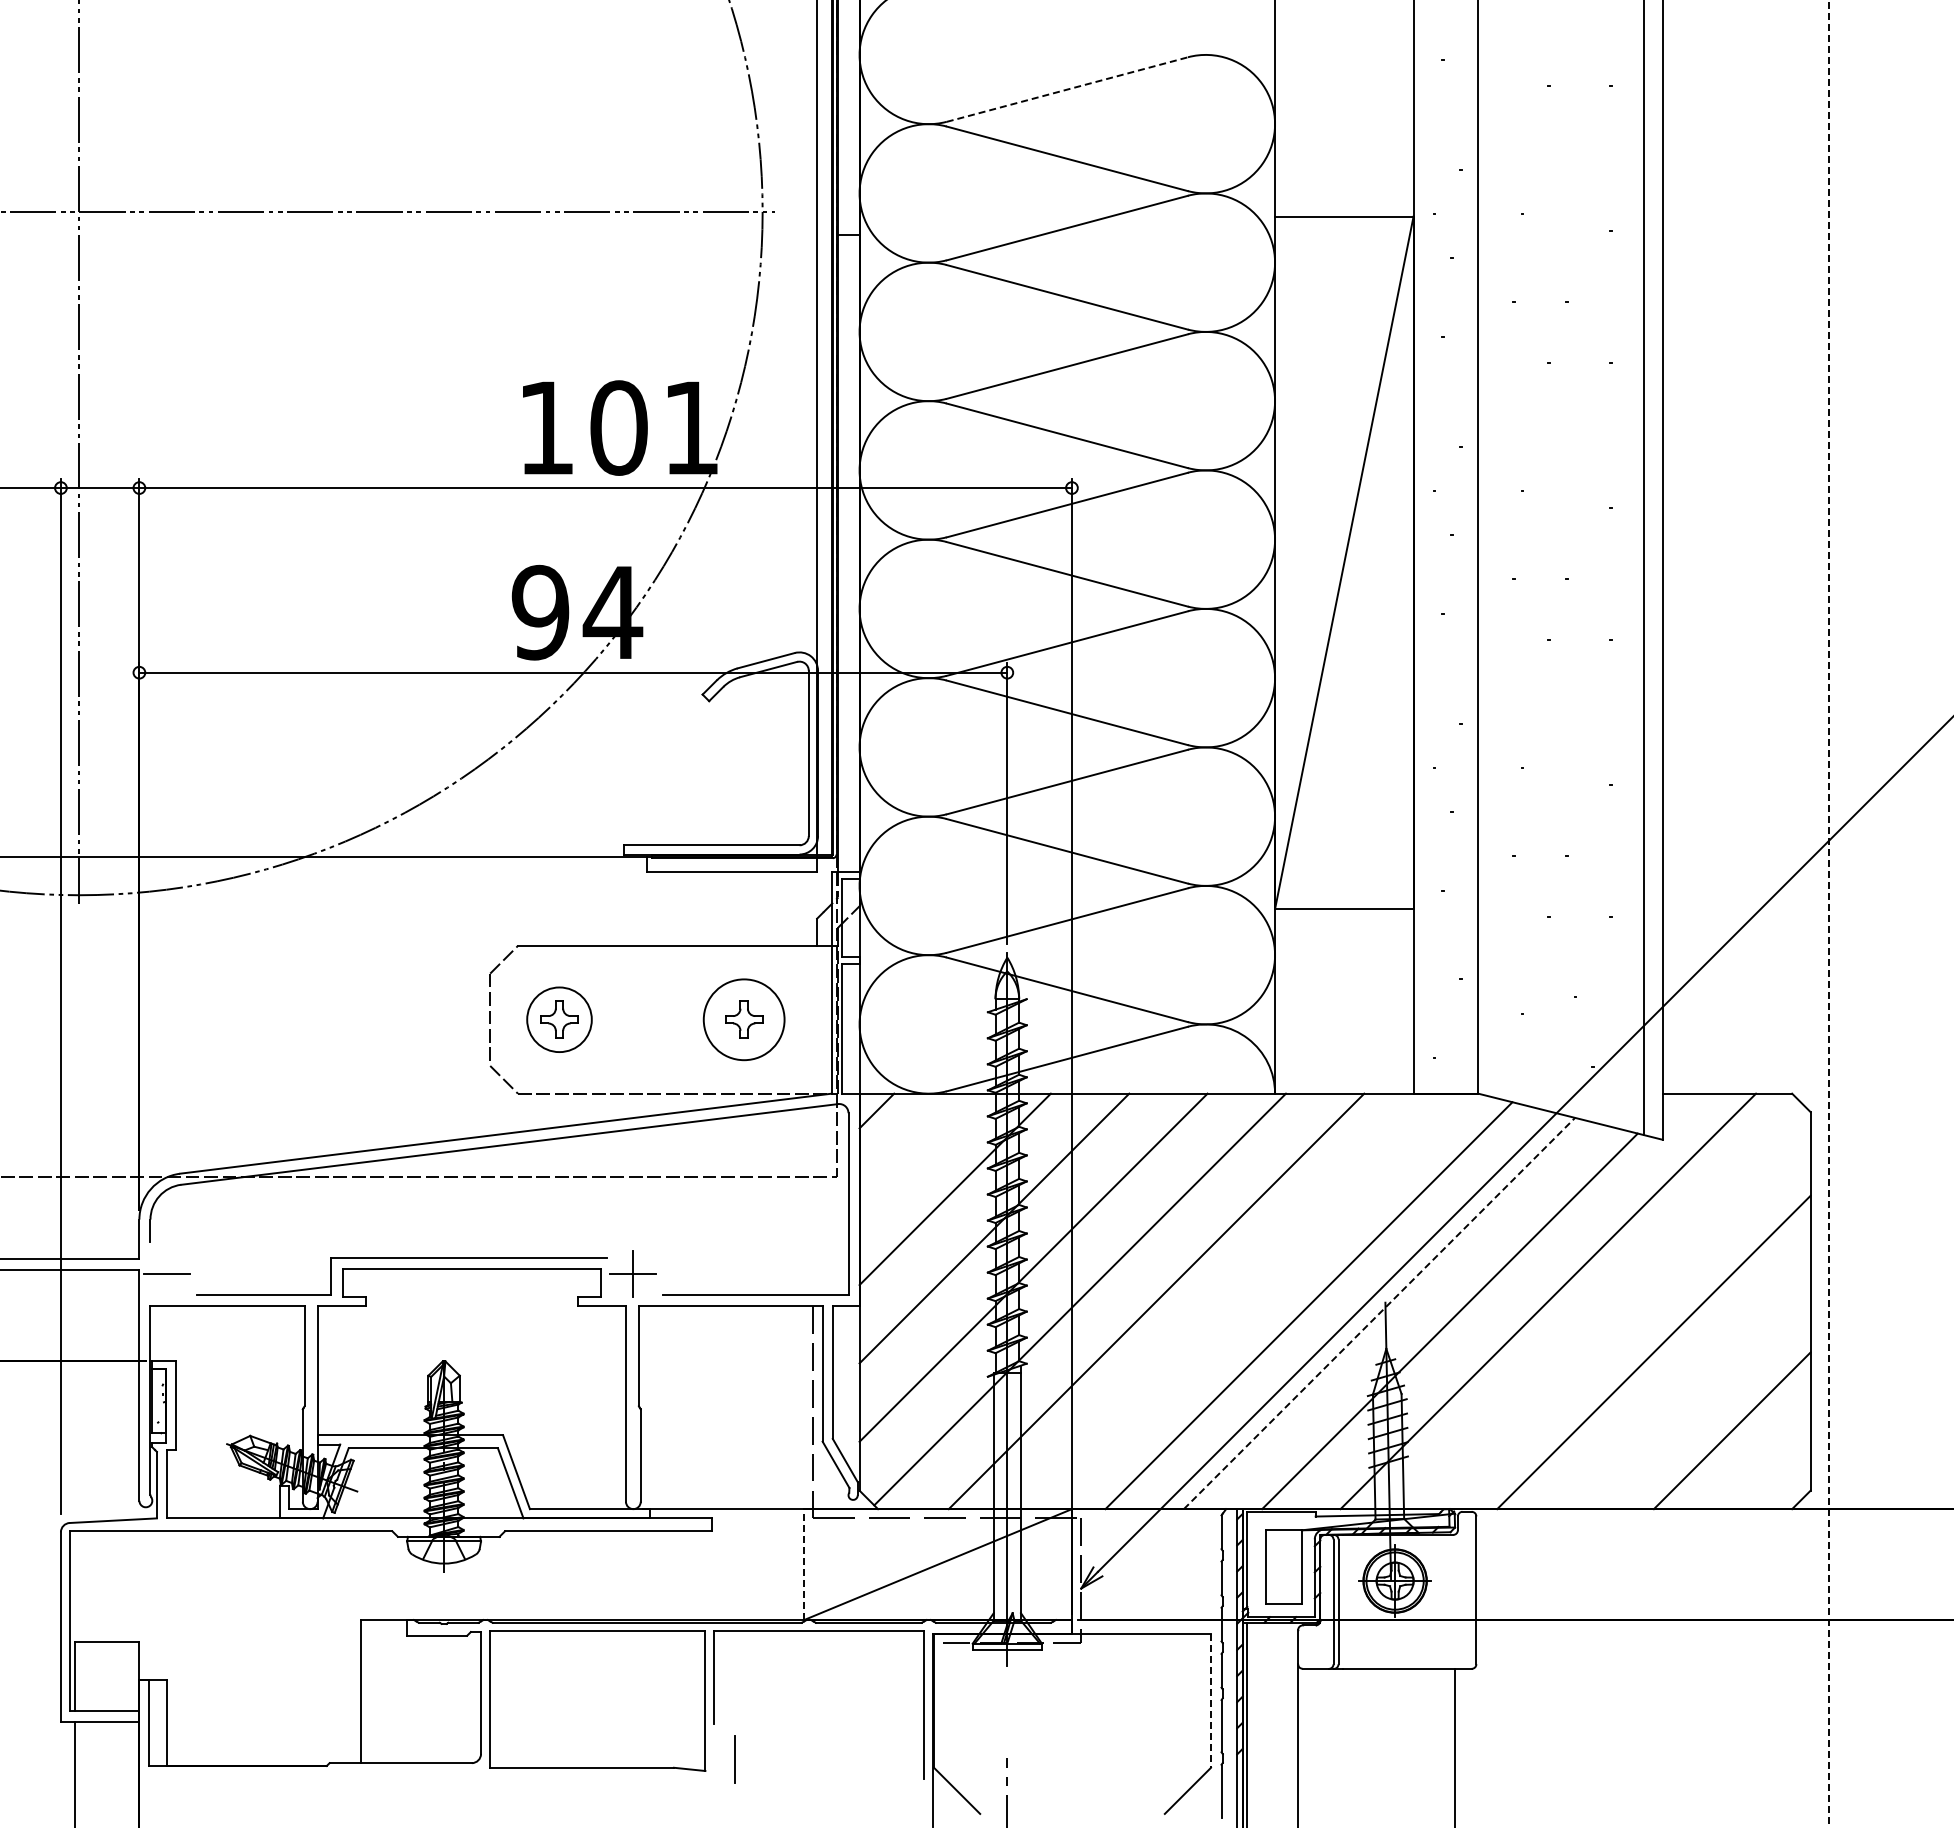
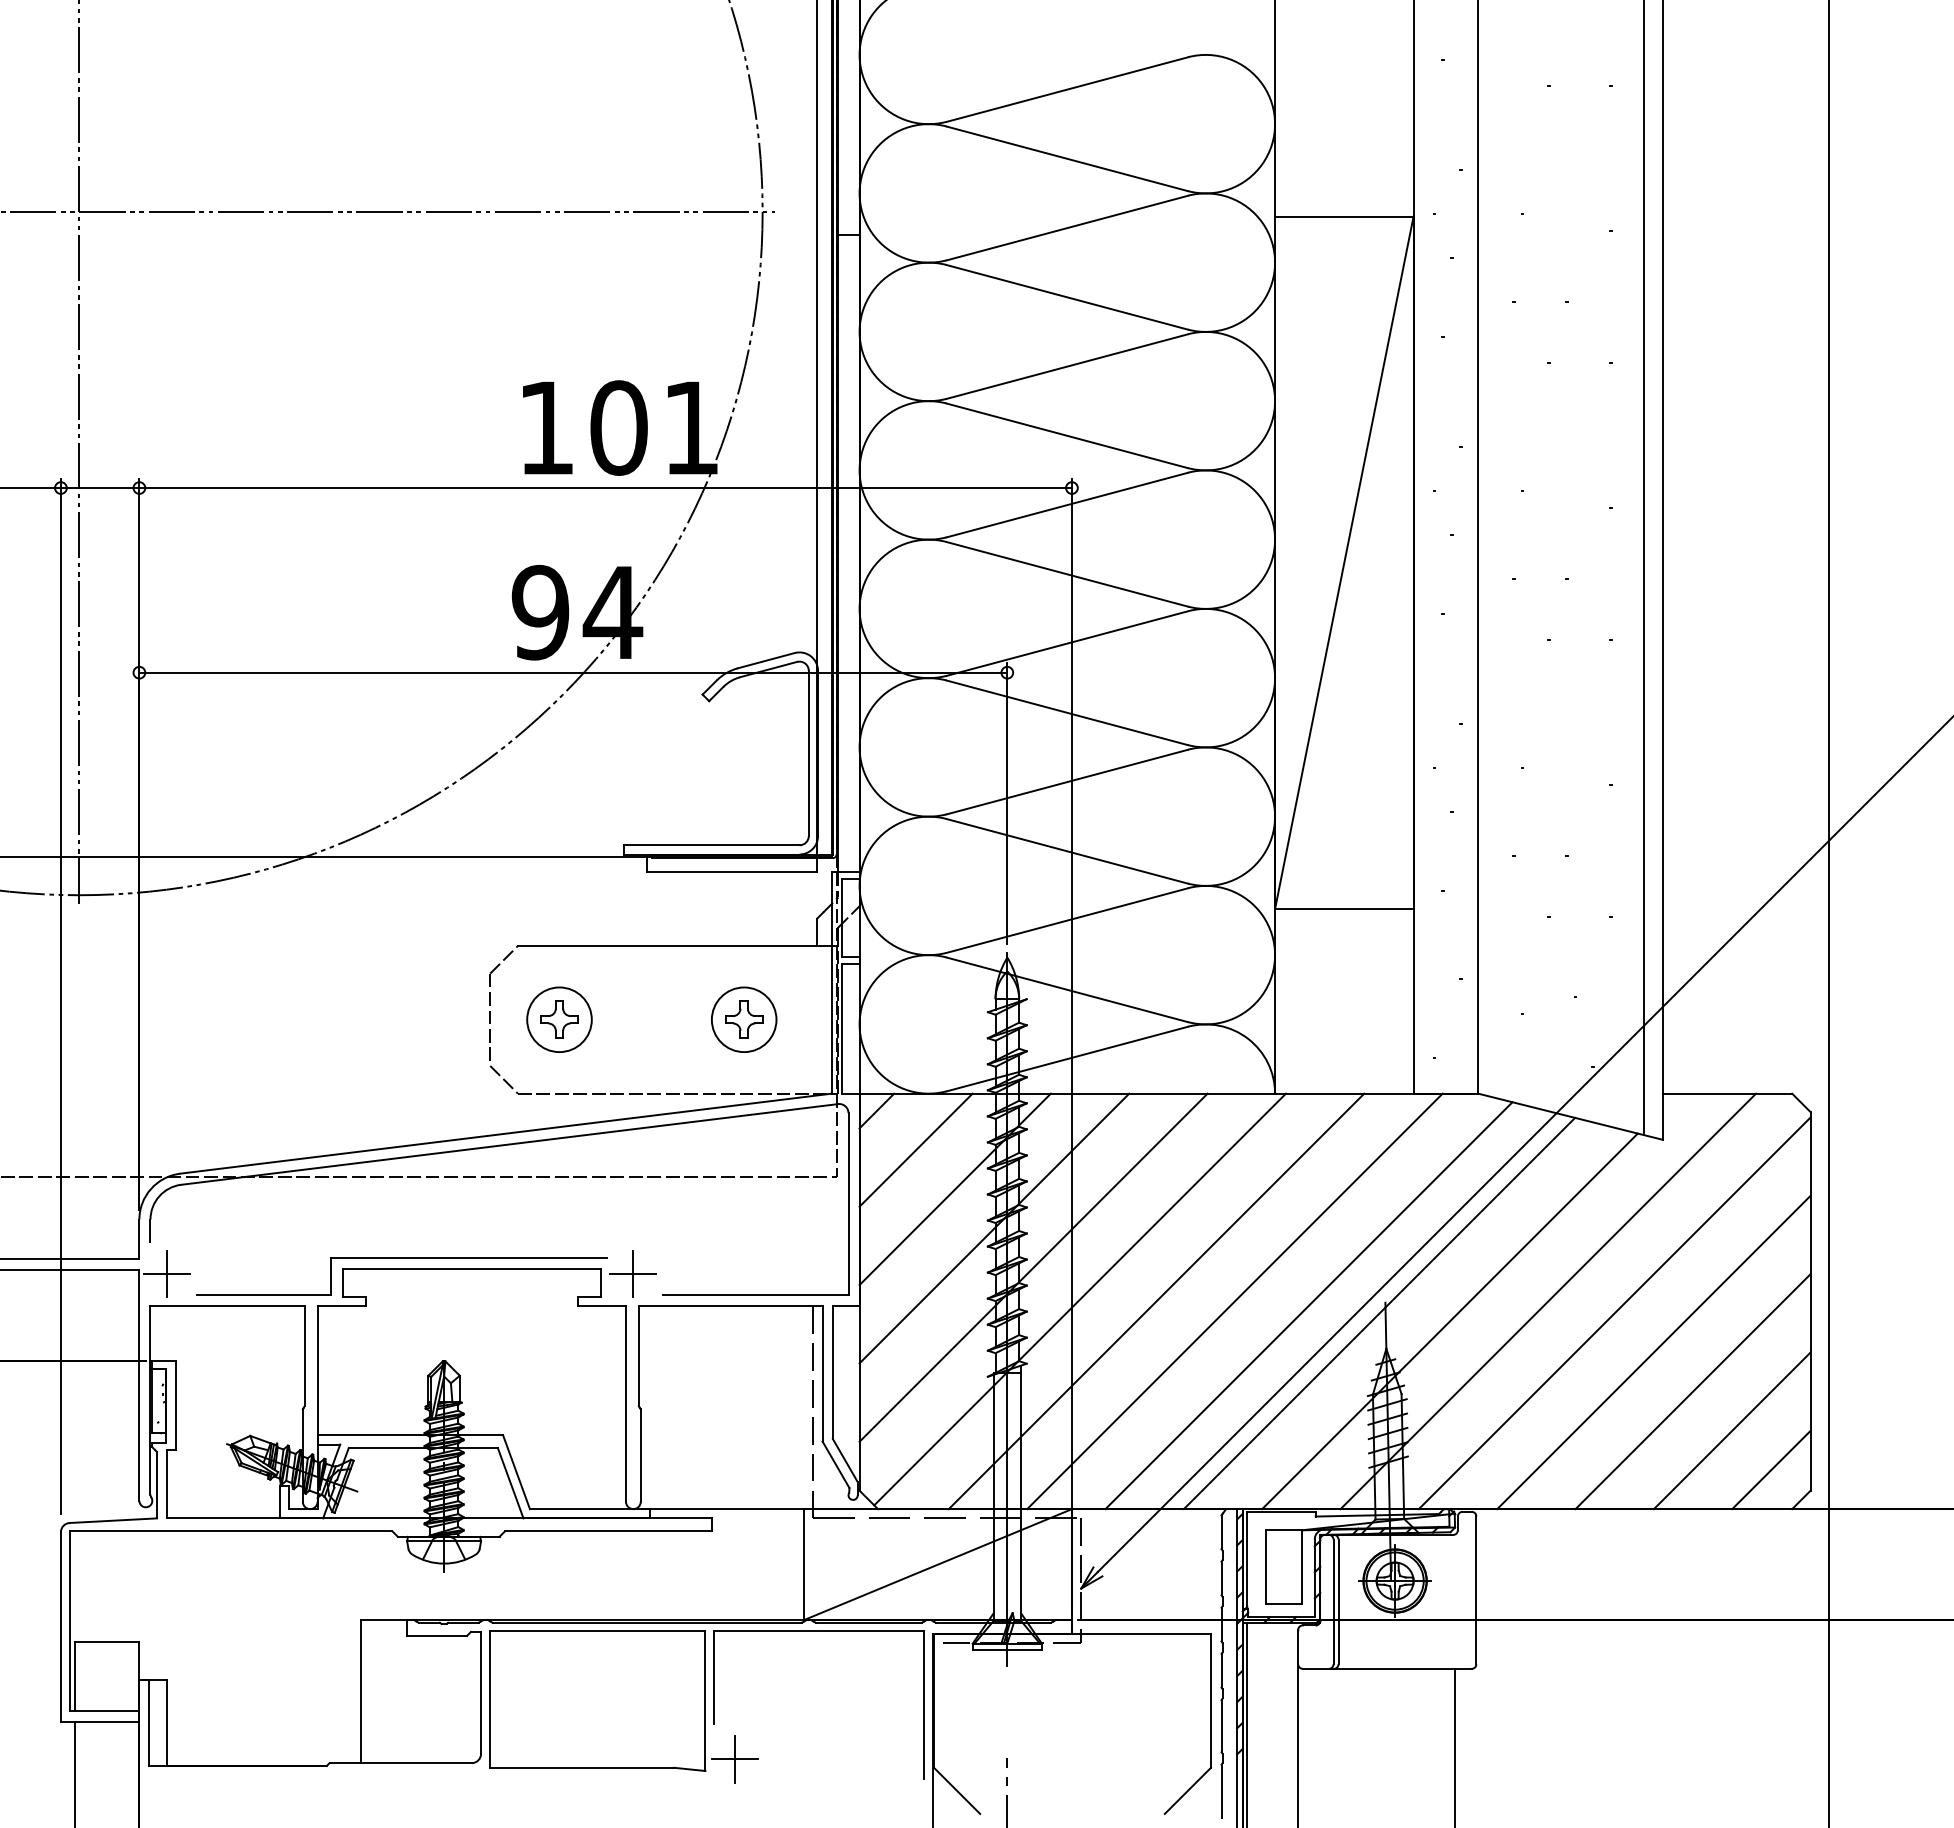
line at (1067, 89): dashed -> solid
line at (1829, 914): dashed -> solid
circle at (743, 1019) diameter: 81 px -> 65 px
line at (915, 1149): none -> present
line at (167, 1273): none -> present
line at (1234, 1301): none -> present
line at (1379, 1313): dashed -> solid
line at (1614, 1313): none -> present
line at (1692, 1391): none -> present
line at (1771, 1469): none -> present
line at (804, 1564): dashed -> solid
line at (1211, 1700): dashed -> solid
line at (734, 1759): none -> present
